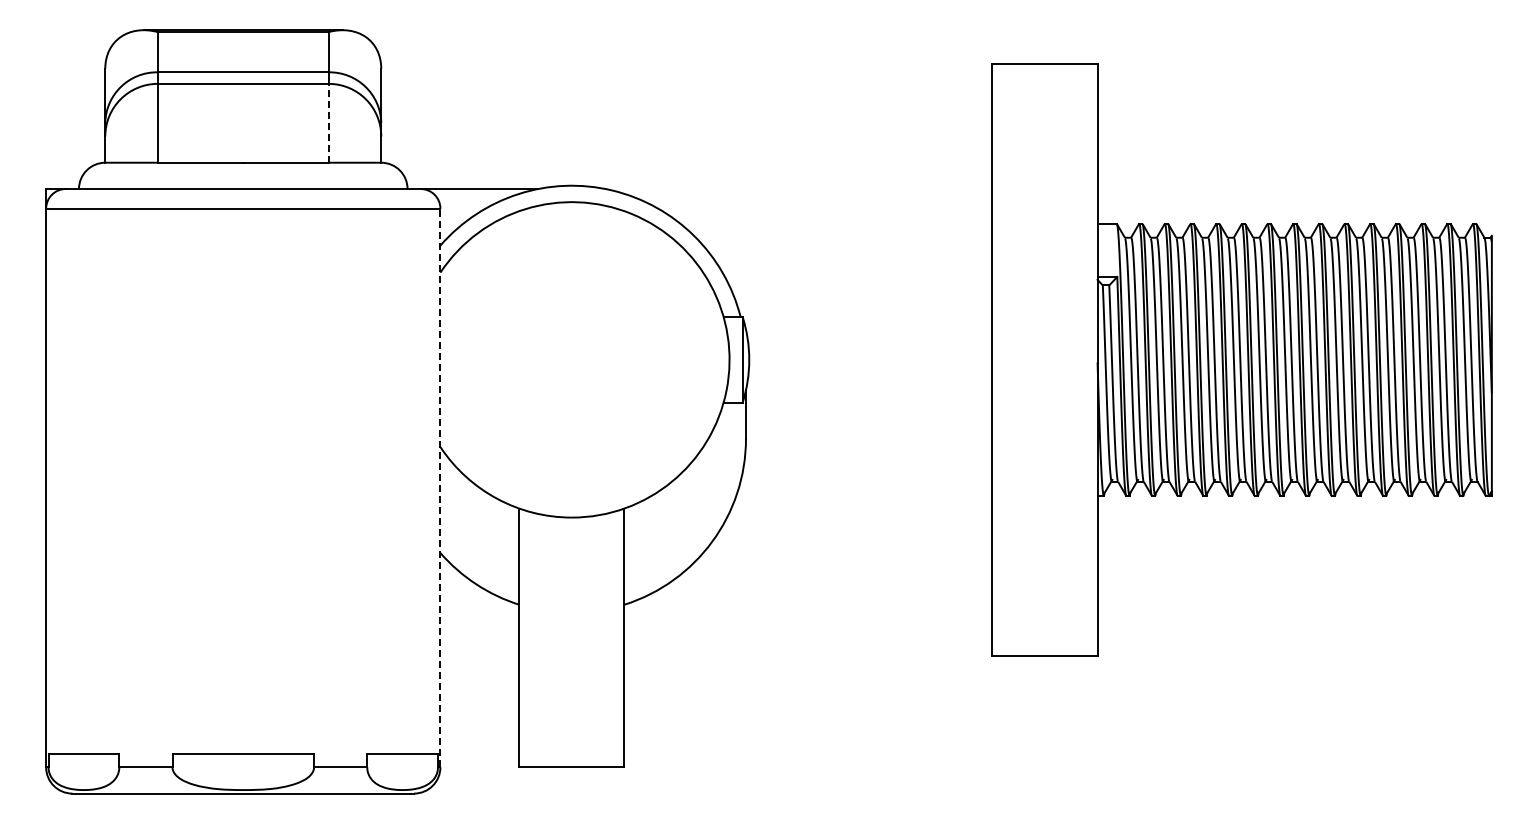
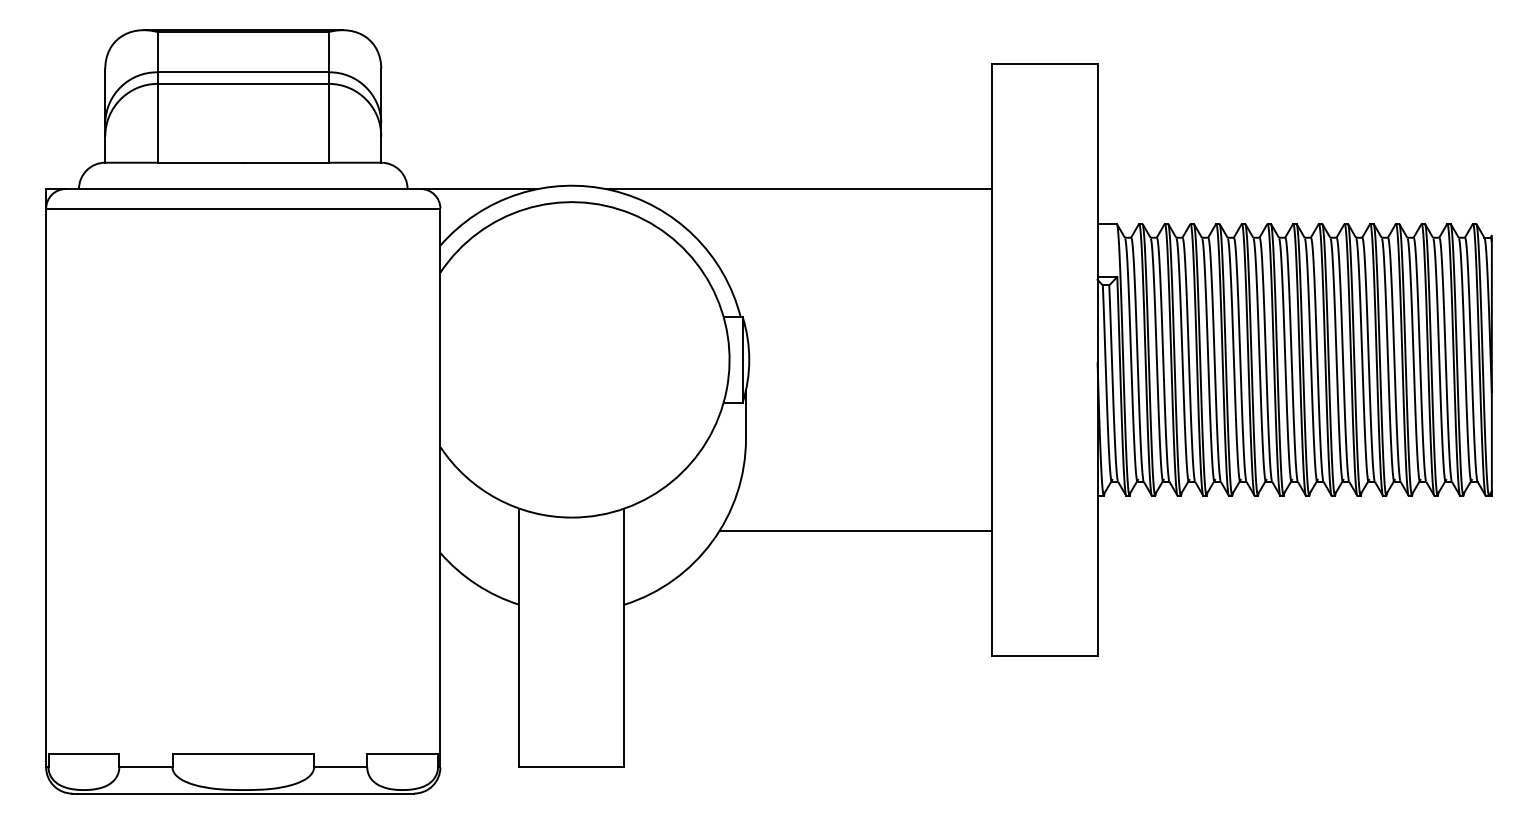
line at (328, 122): dashed -> solid
line at (798, 189): none -> present
line at (440, 487): dashed -> solid
line at (855, 530): none -> present
